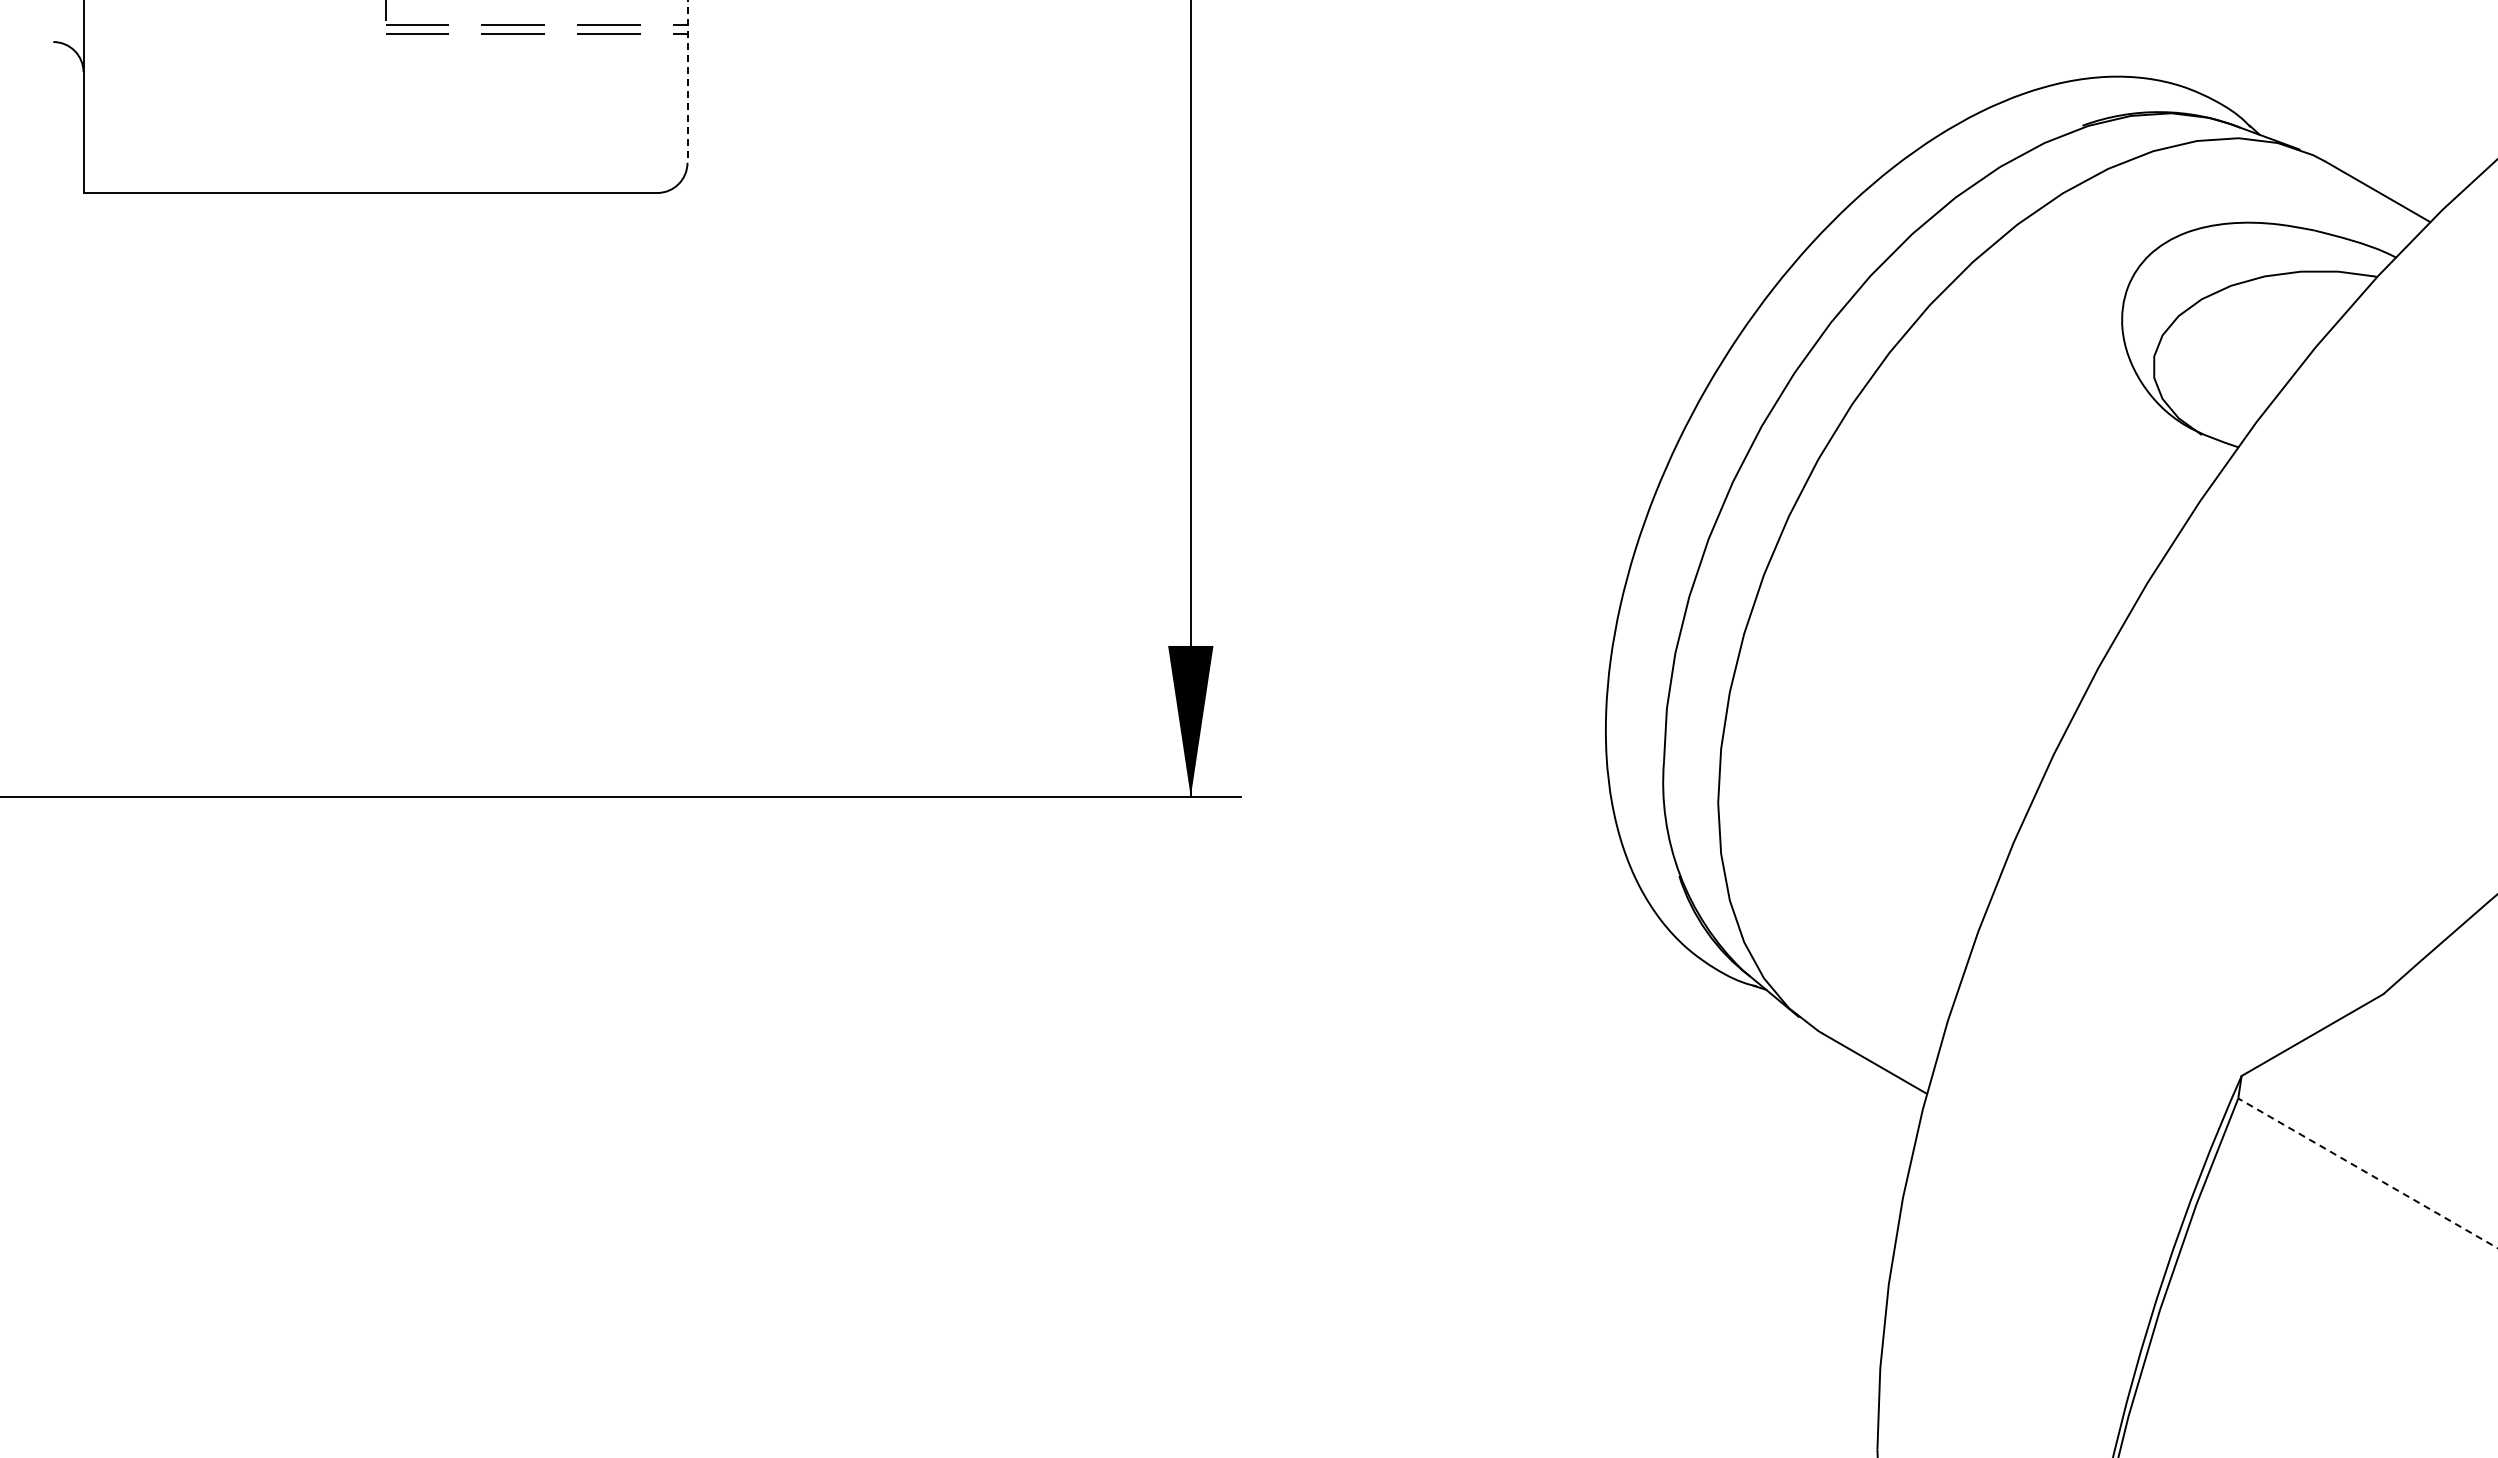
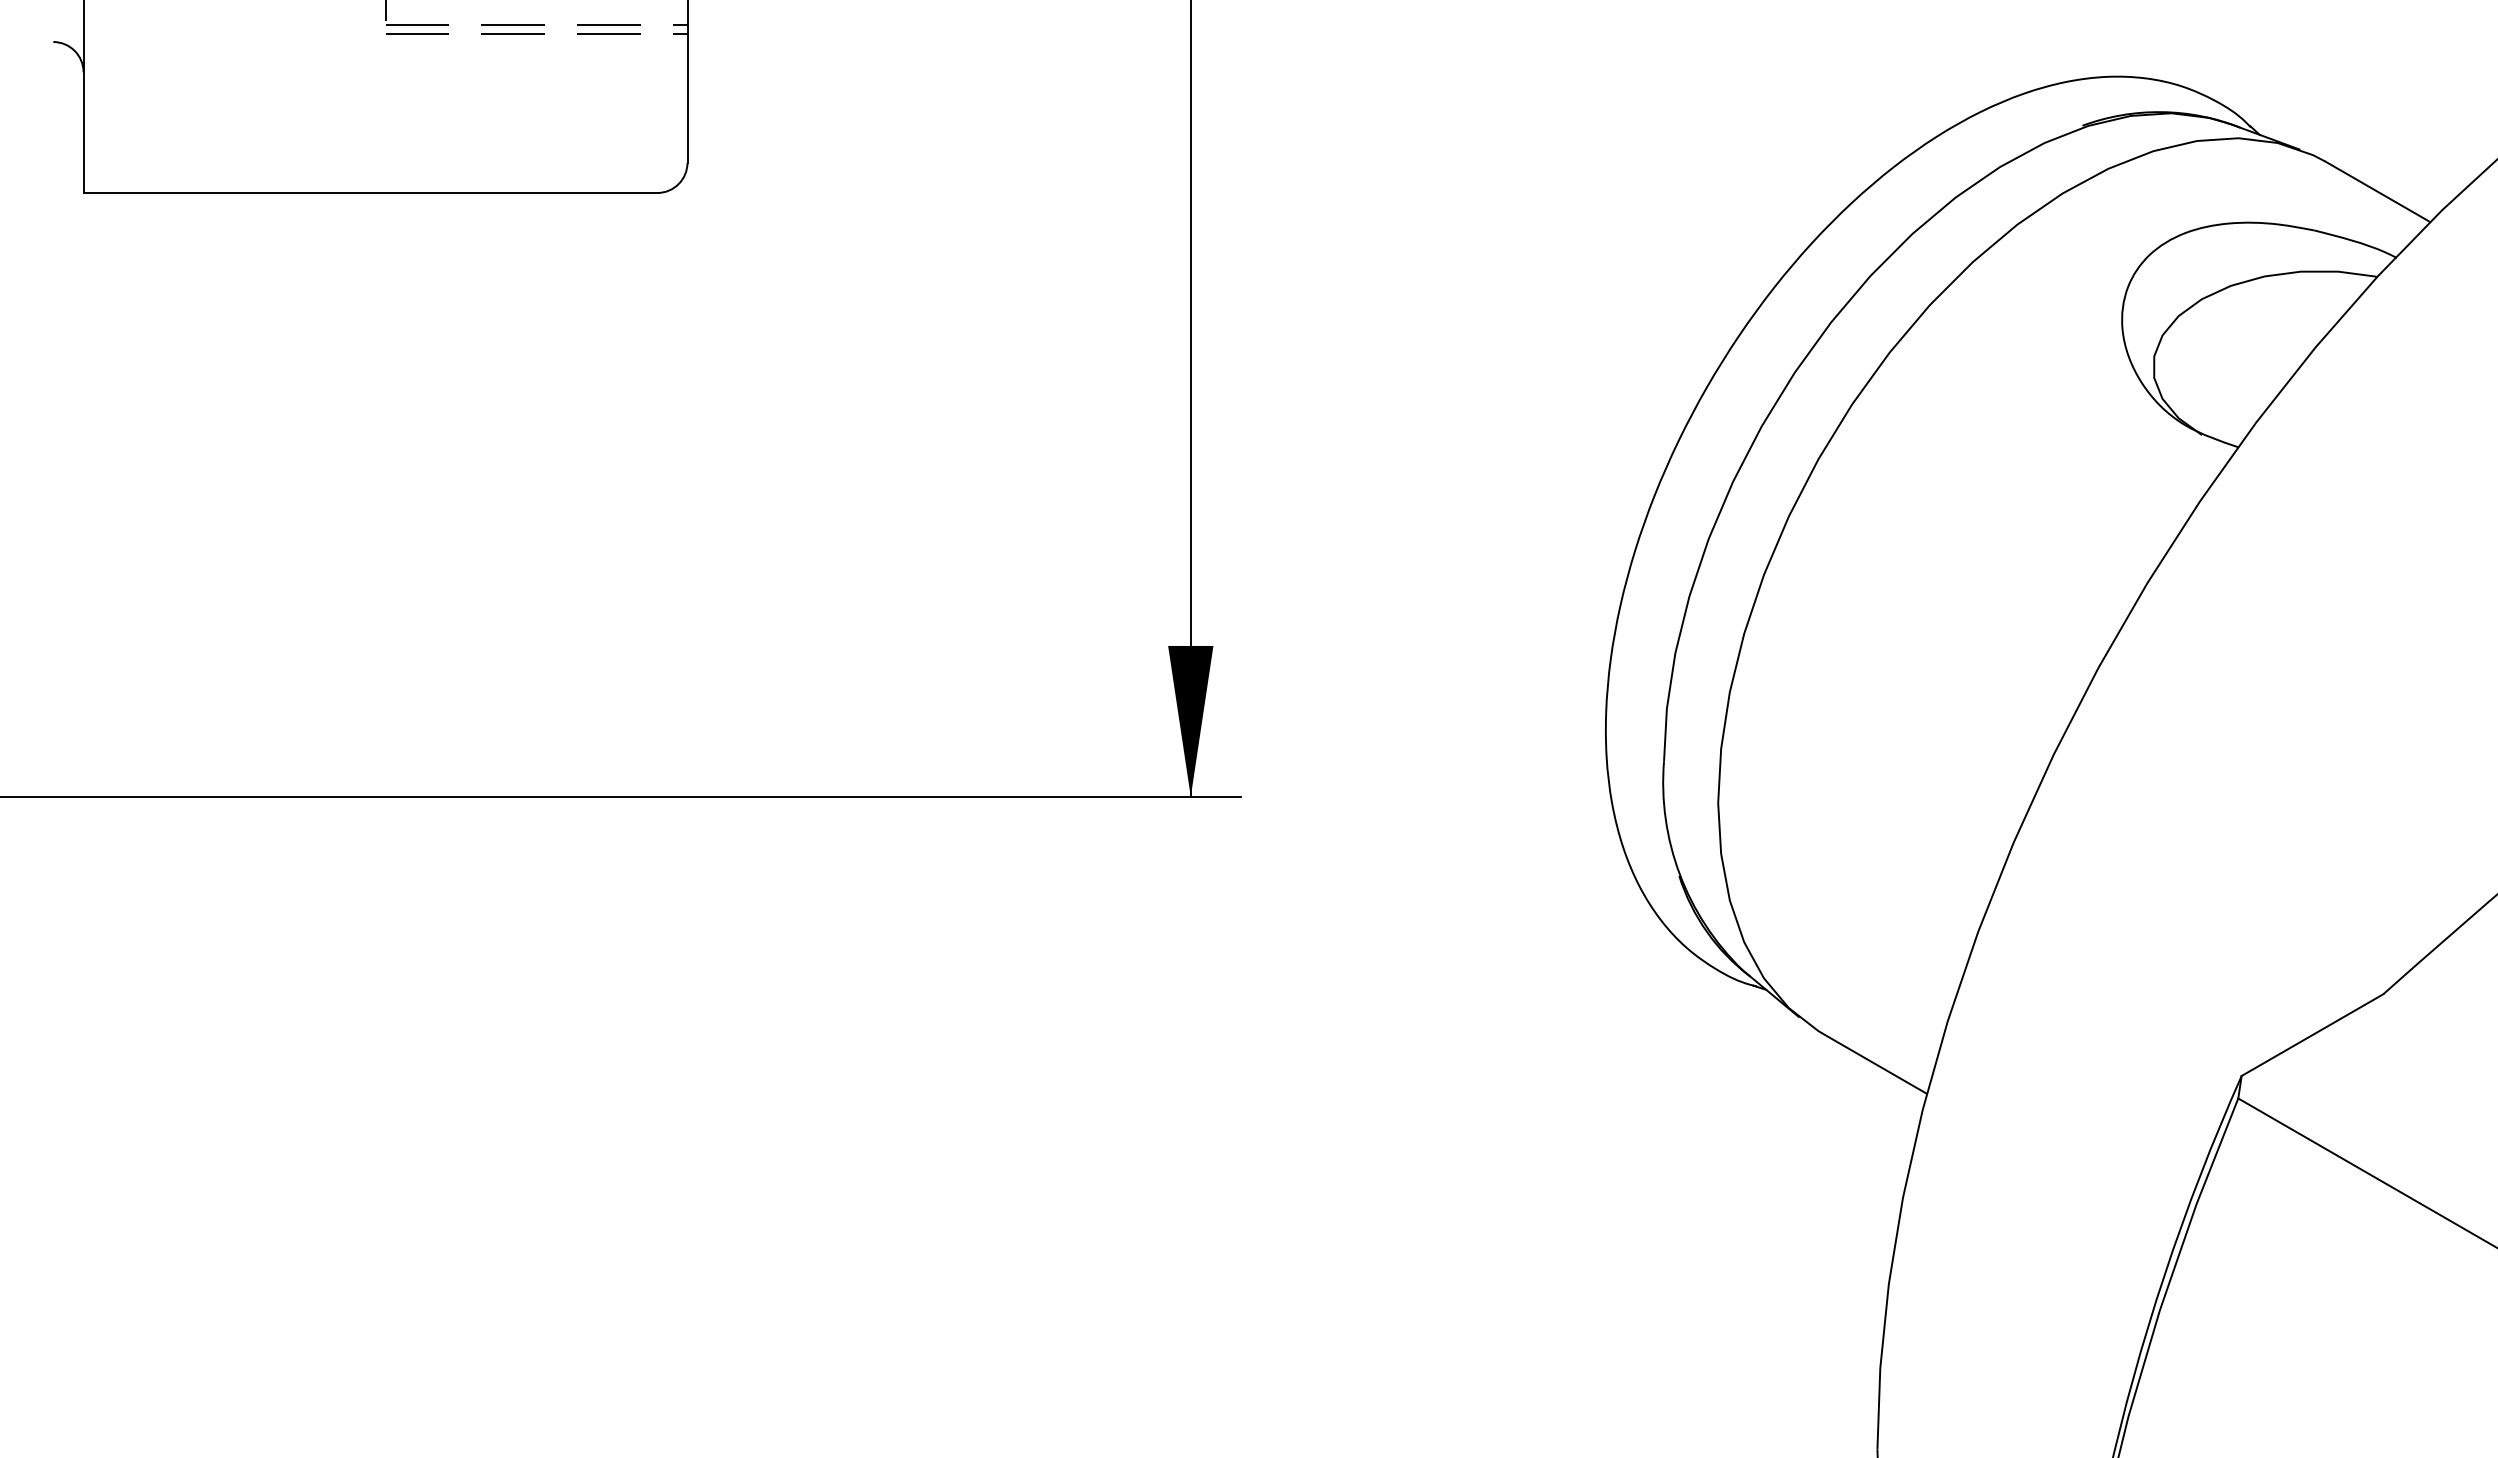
line at (687, 81): dashed -> solid
line at (2367, 1172): dashed -> solid
